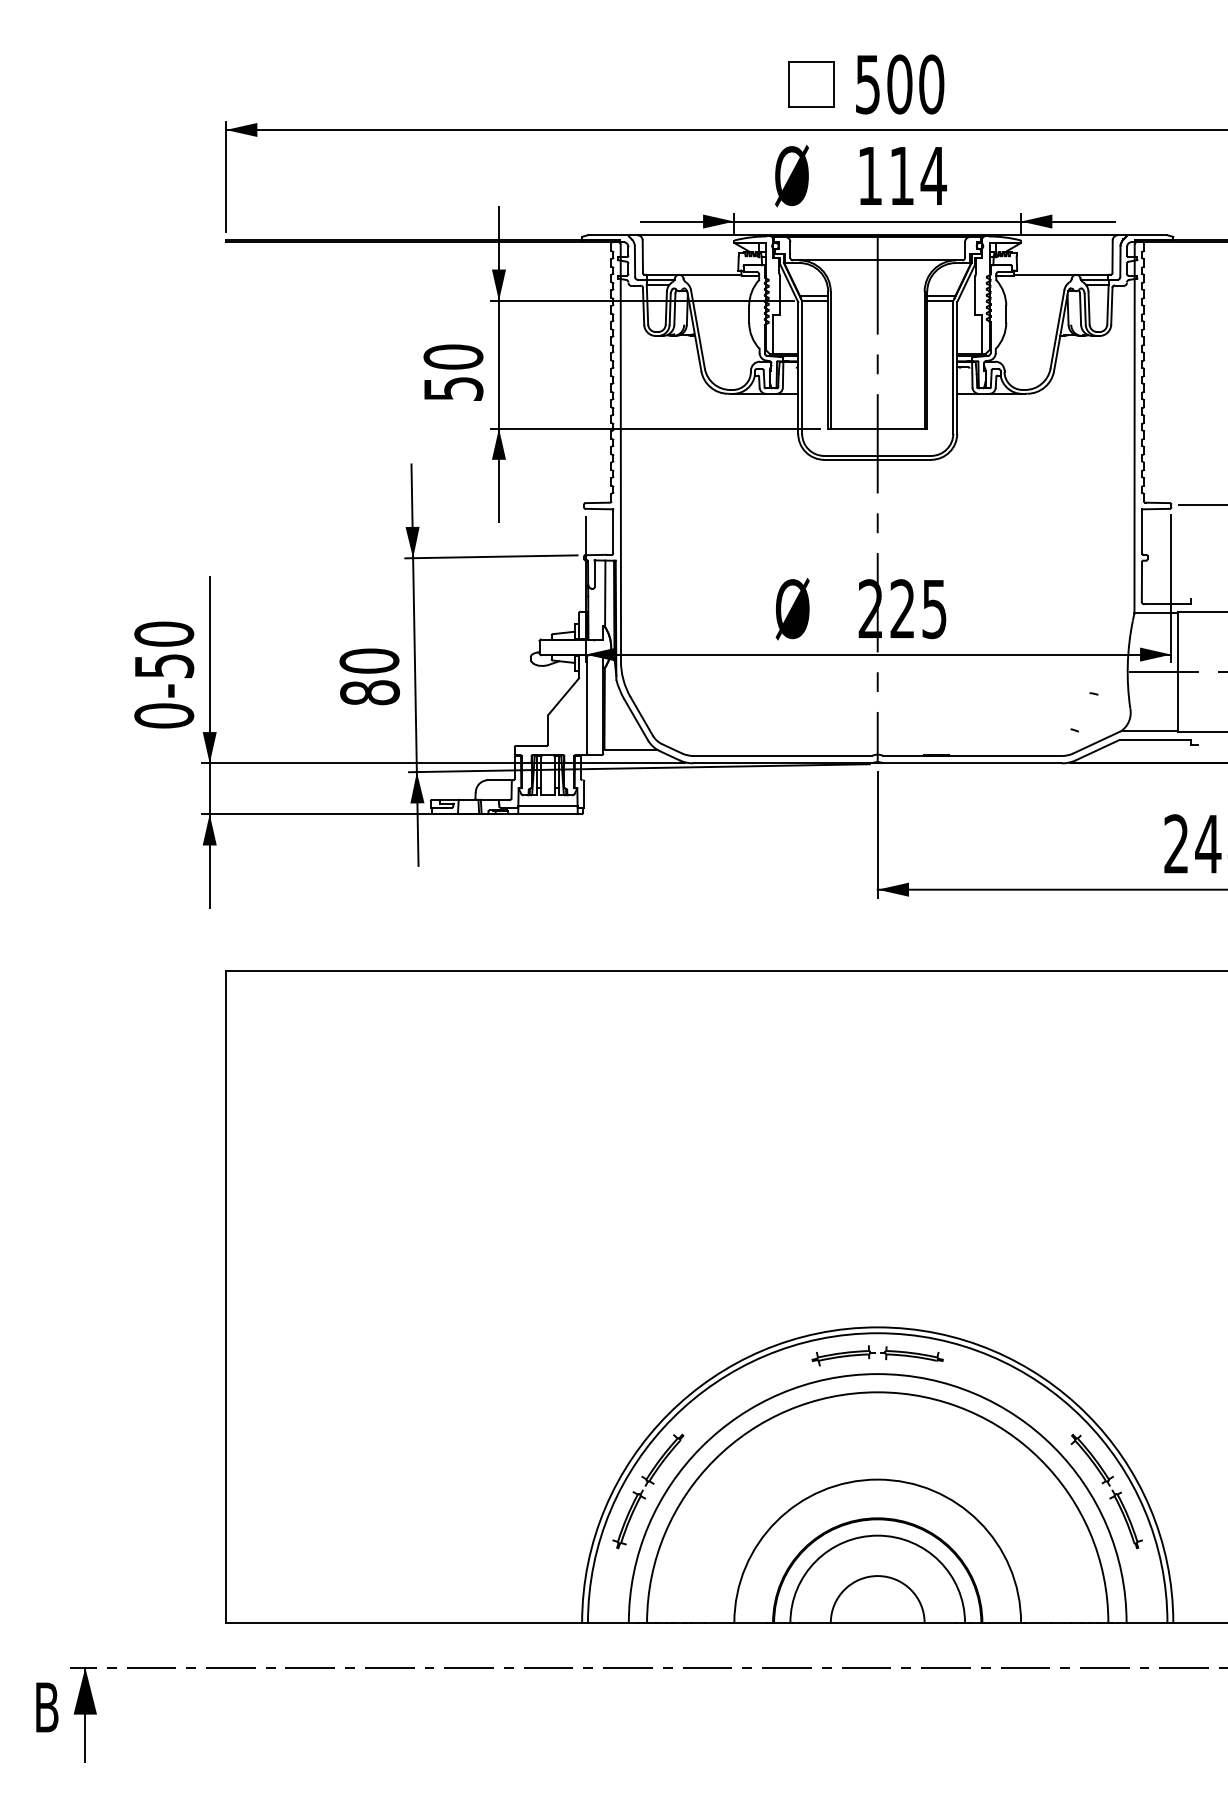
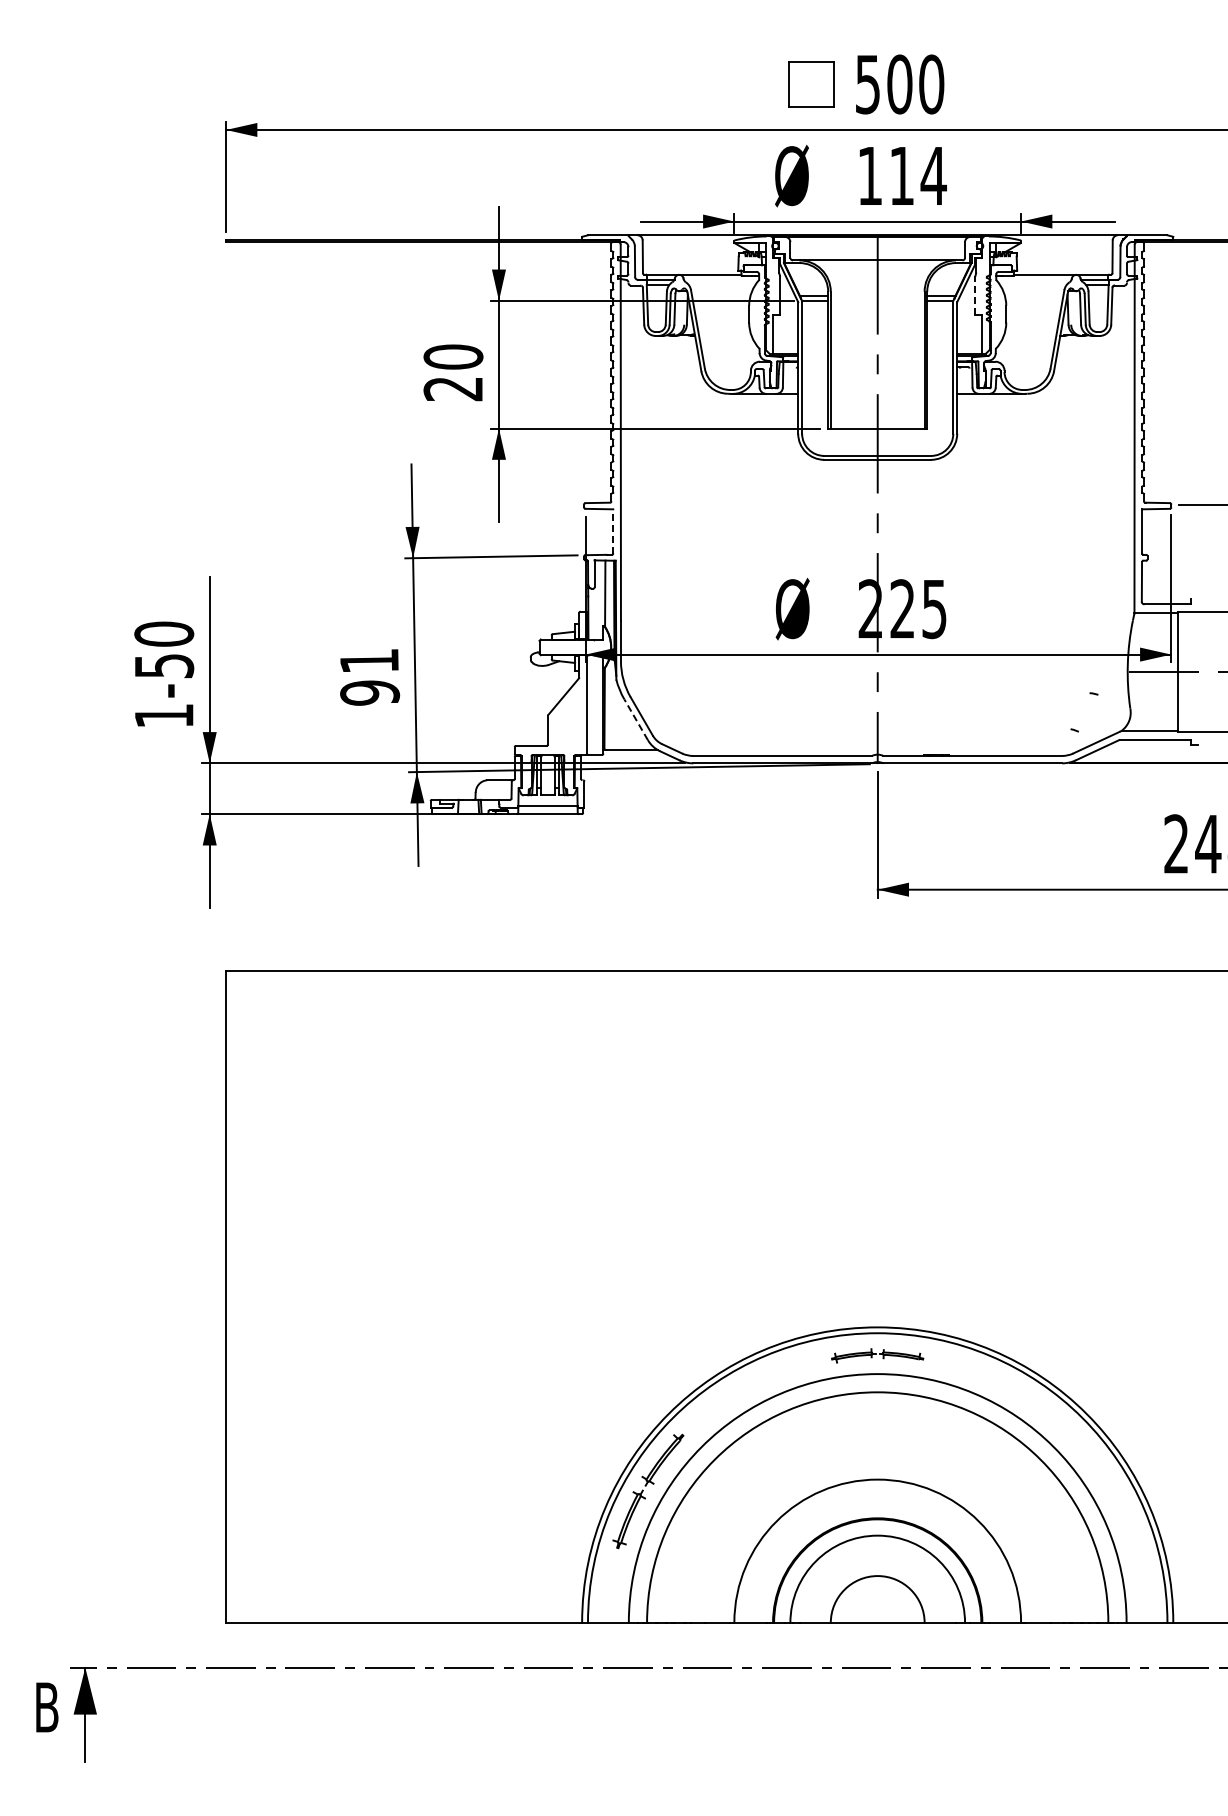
line at (975, 294): solid -> dashed
text at (453, 389): 50 -> 20
line at (613, 530): solid -> dashed
text at (369, 676): 80 -> 91
text at (164, 715): 0-50 -> 1-50
line at (636, 719): solid -> dashed
part at (877, 1355) size: 133x22 px -> 94x16 px
part at (1106, 1491): present -> none
